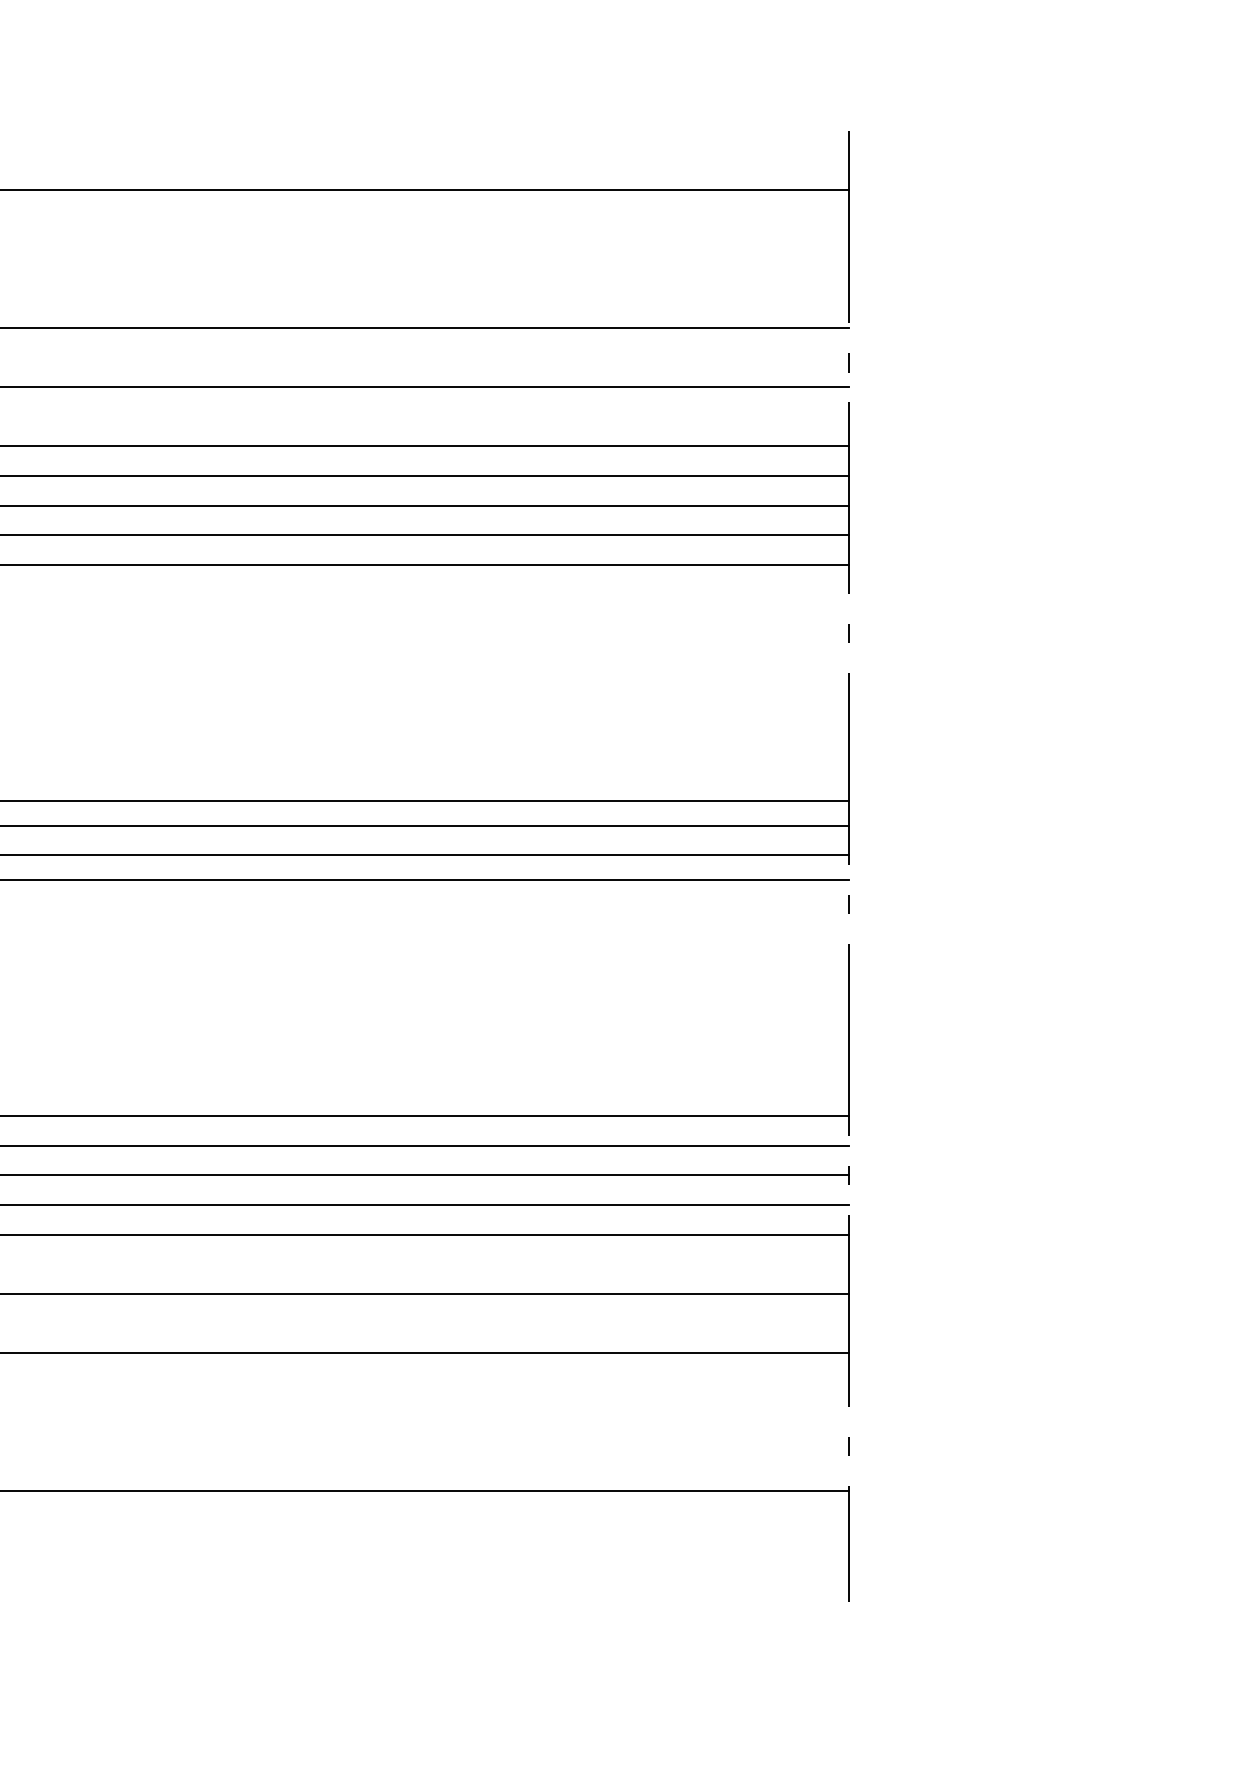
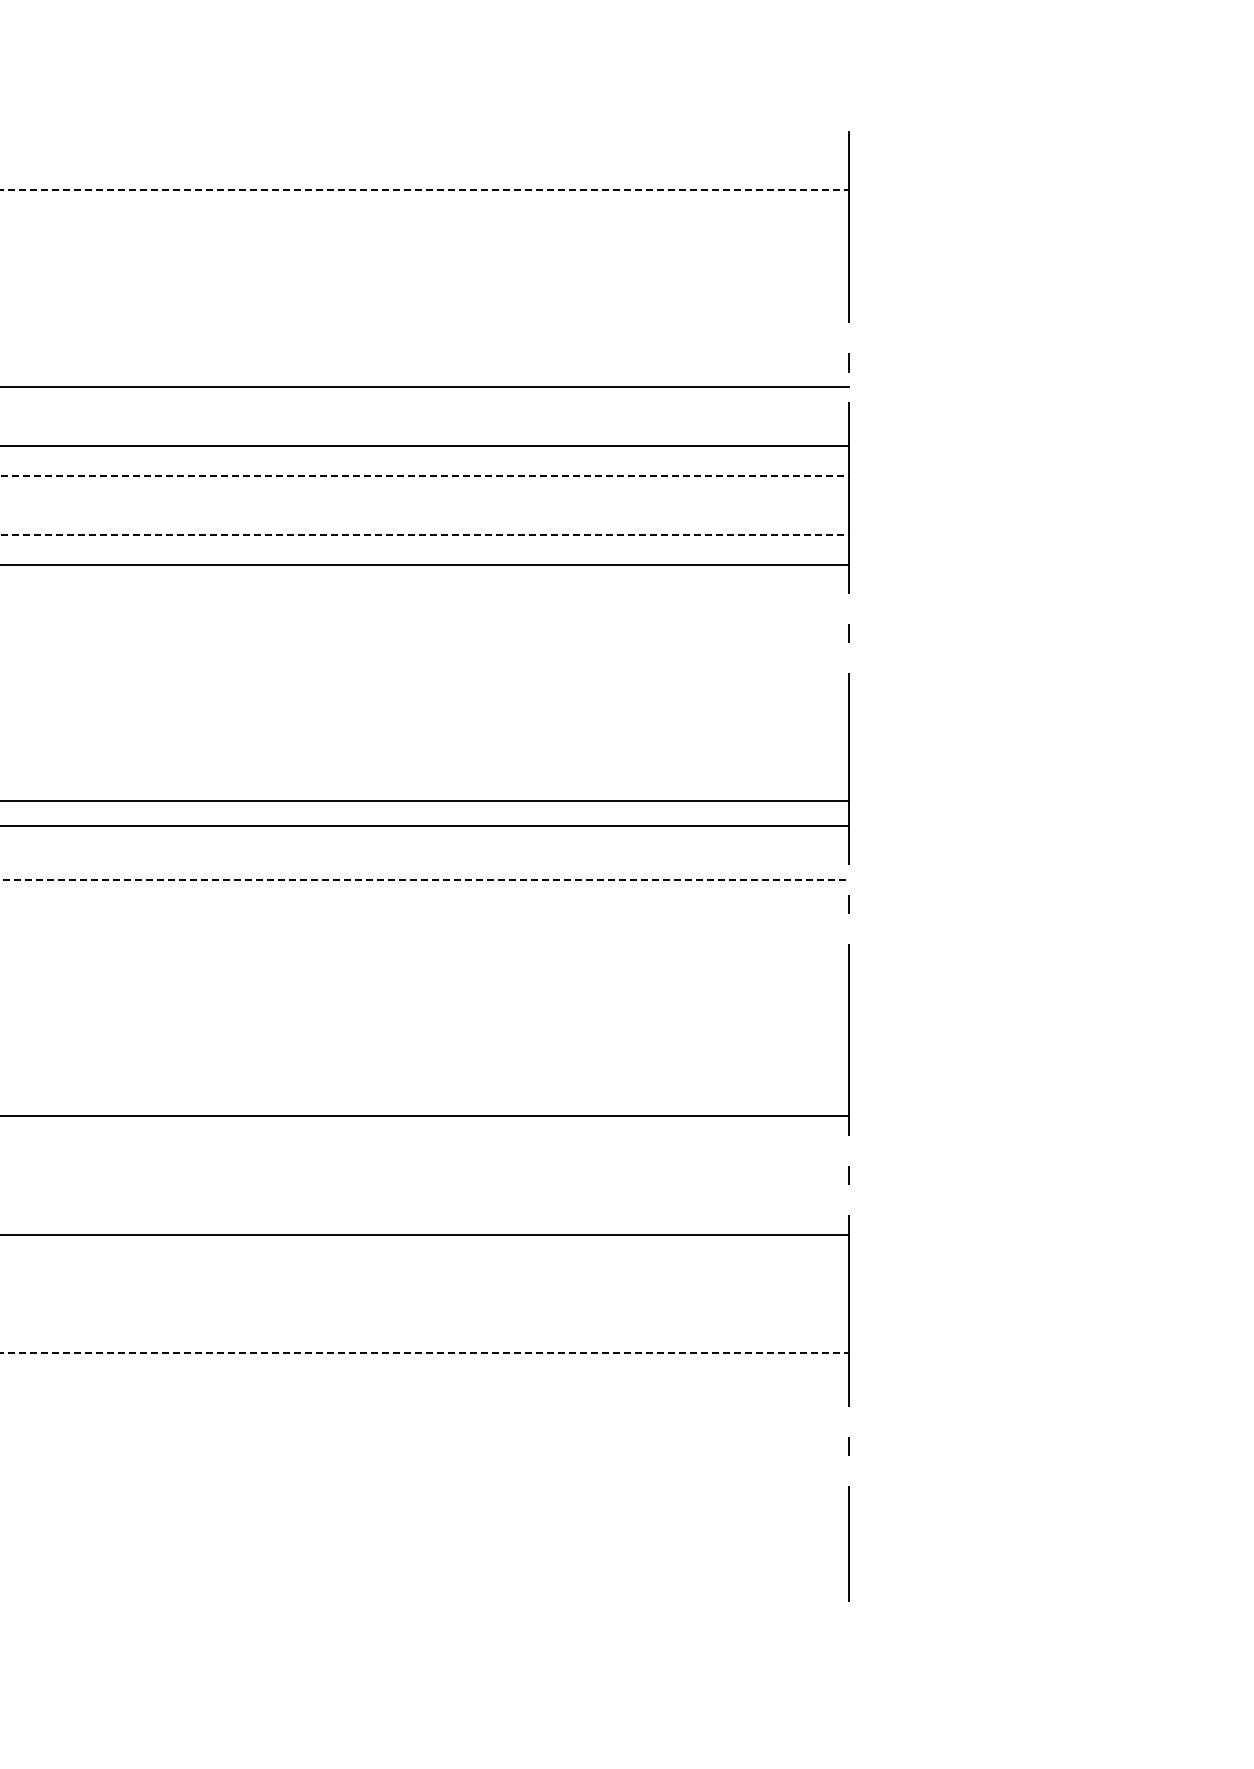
line at (425, 190): solid -> dashed
line at (425, 328): present -> none
line at (425, 475): solid -> dashed
line at (425, 505): present -> none
line at (425, 535): solid -> dashed
line at (425, 855): present -> none
line at (425, 879): solid -> dashed
line at (425, 1145): present -> none
line at (425, 1175): present -> none
line at (425, 1204): present -> none
line at (425, 1293): present -> none
line at (425, 1352): solid -> dashed
line at (425, 1490): present -> none
